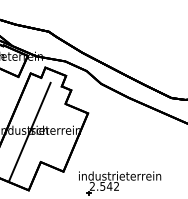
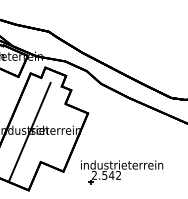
part at (120, 183) position: (120, 183) -> (122, 172)
